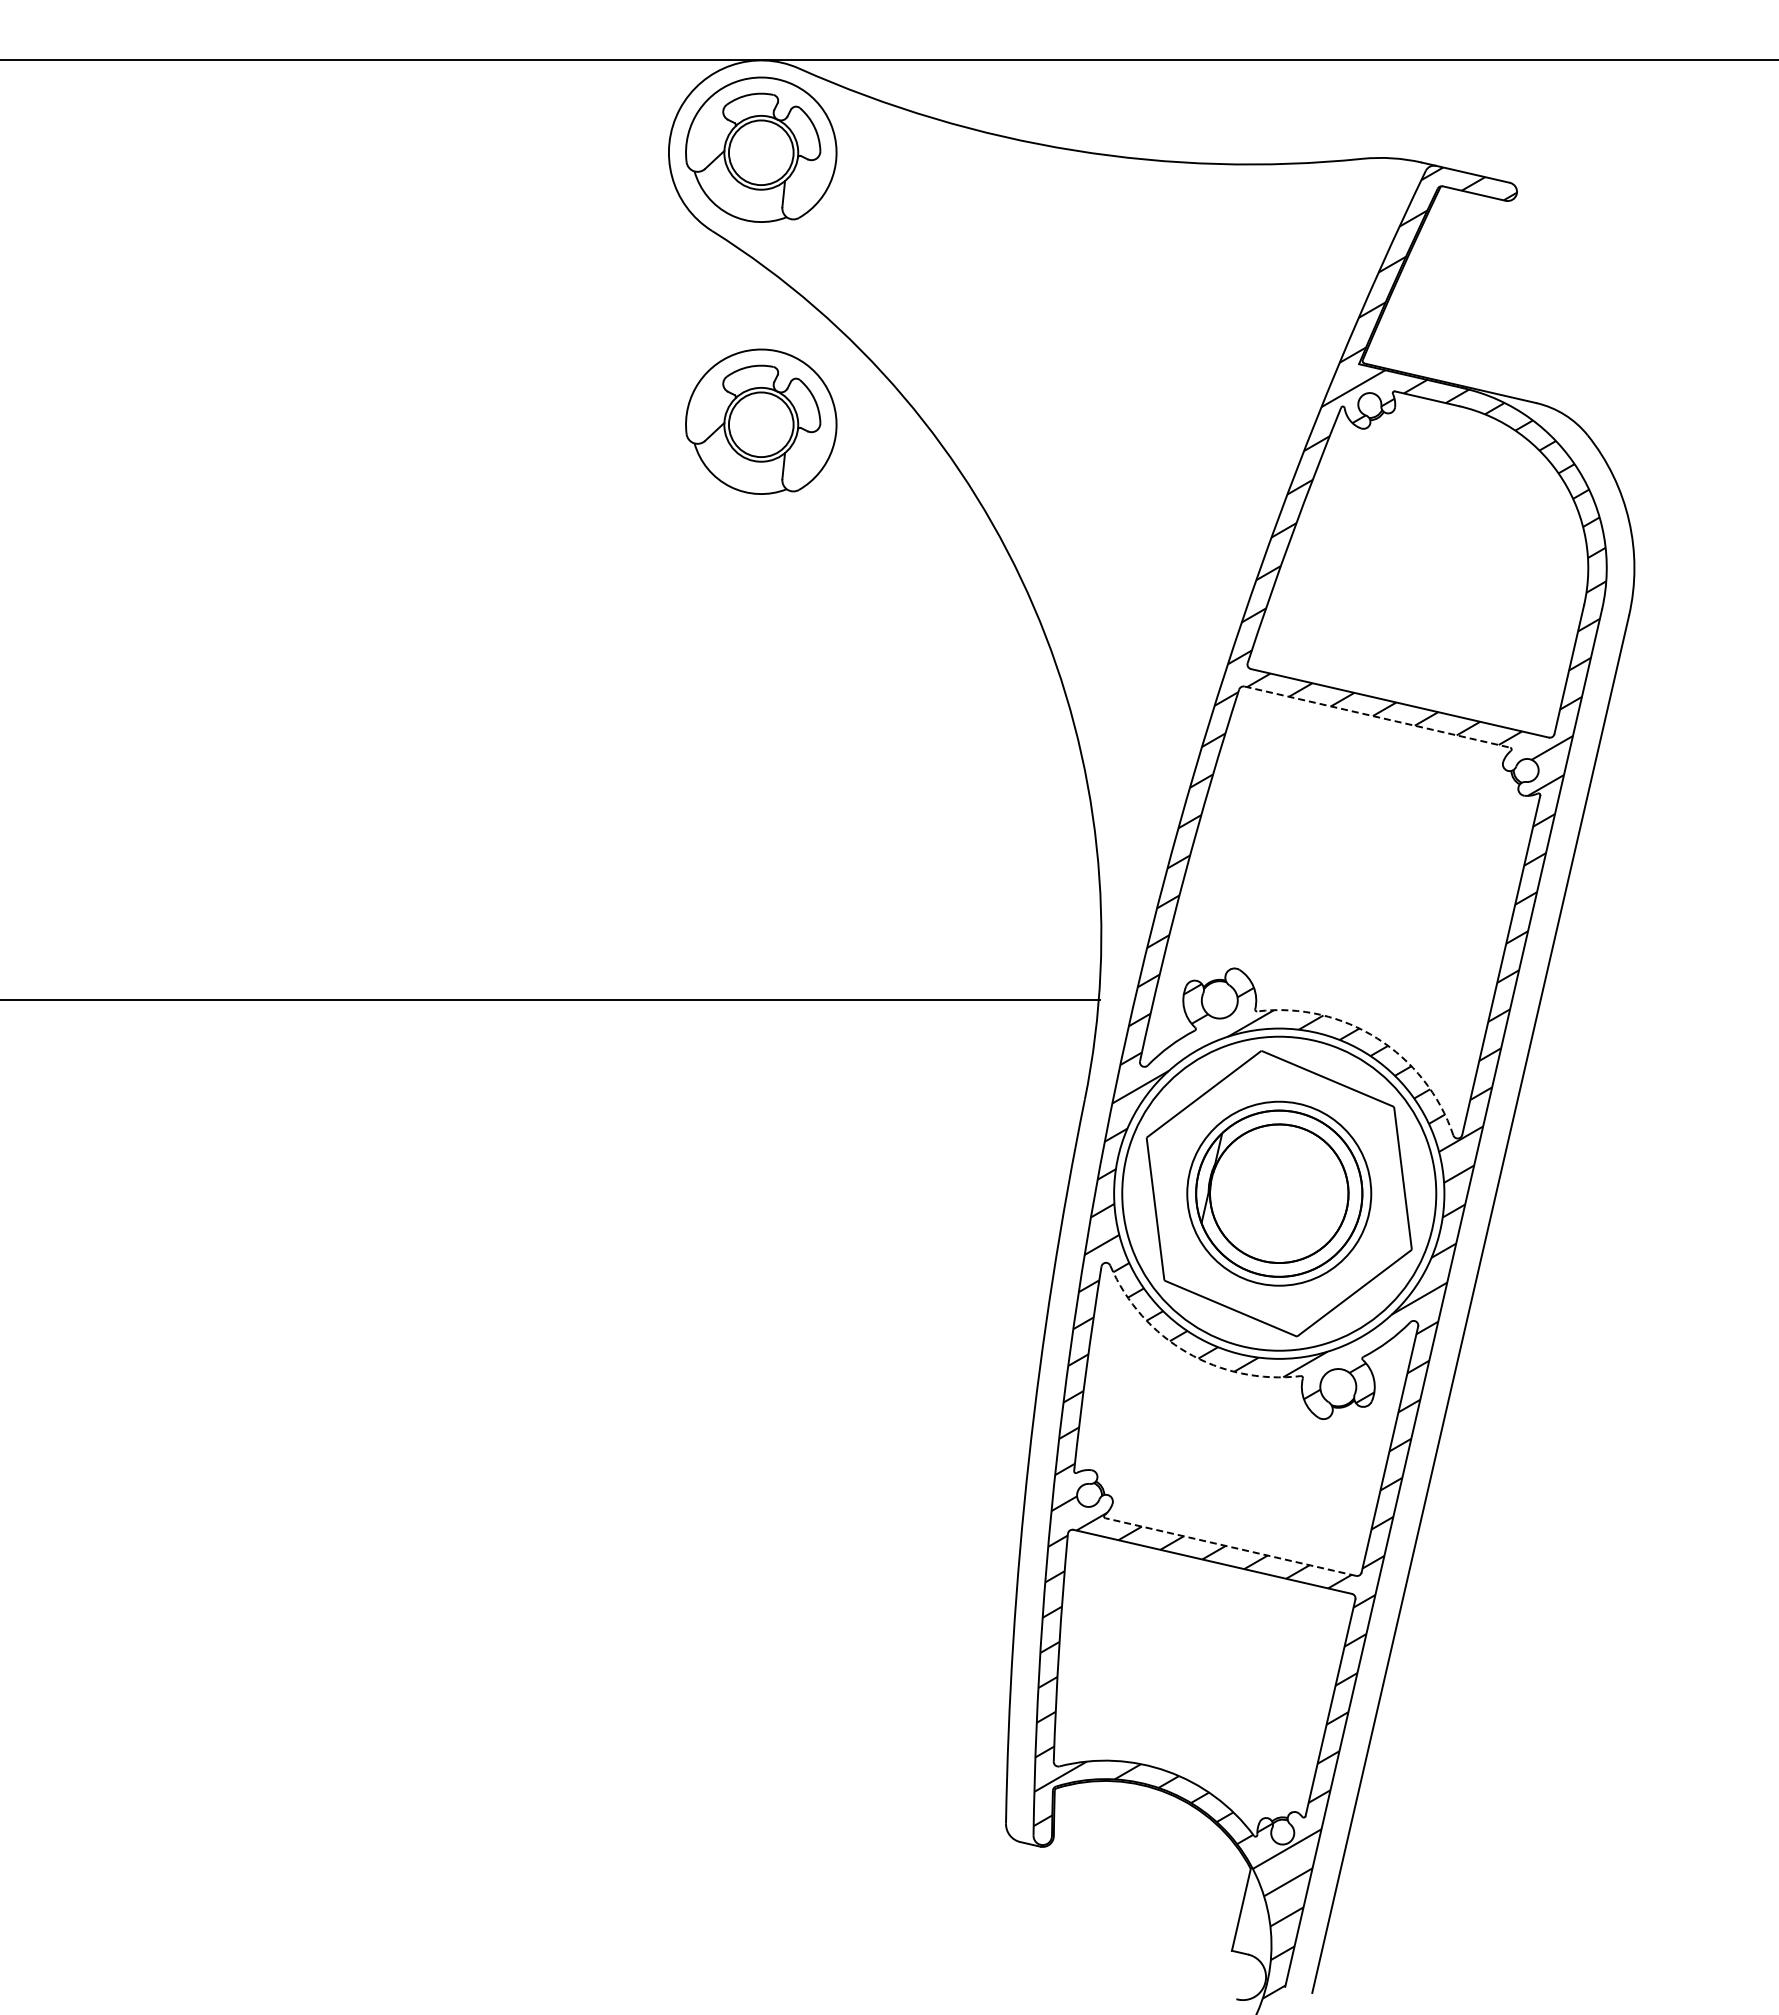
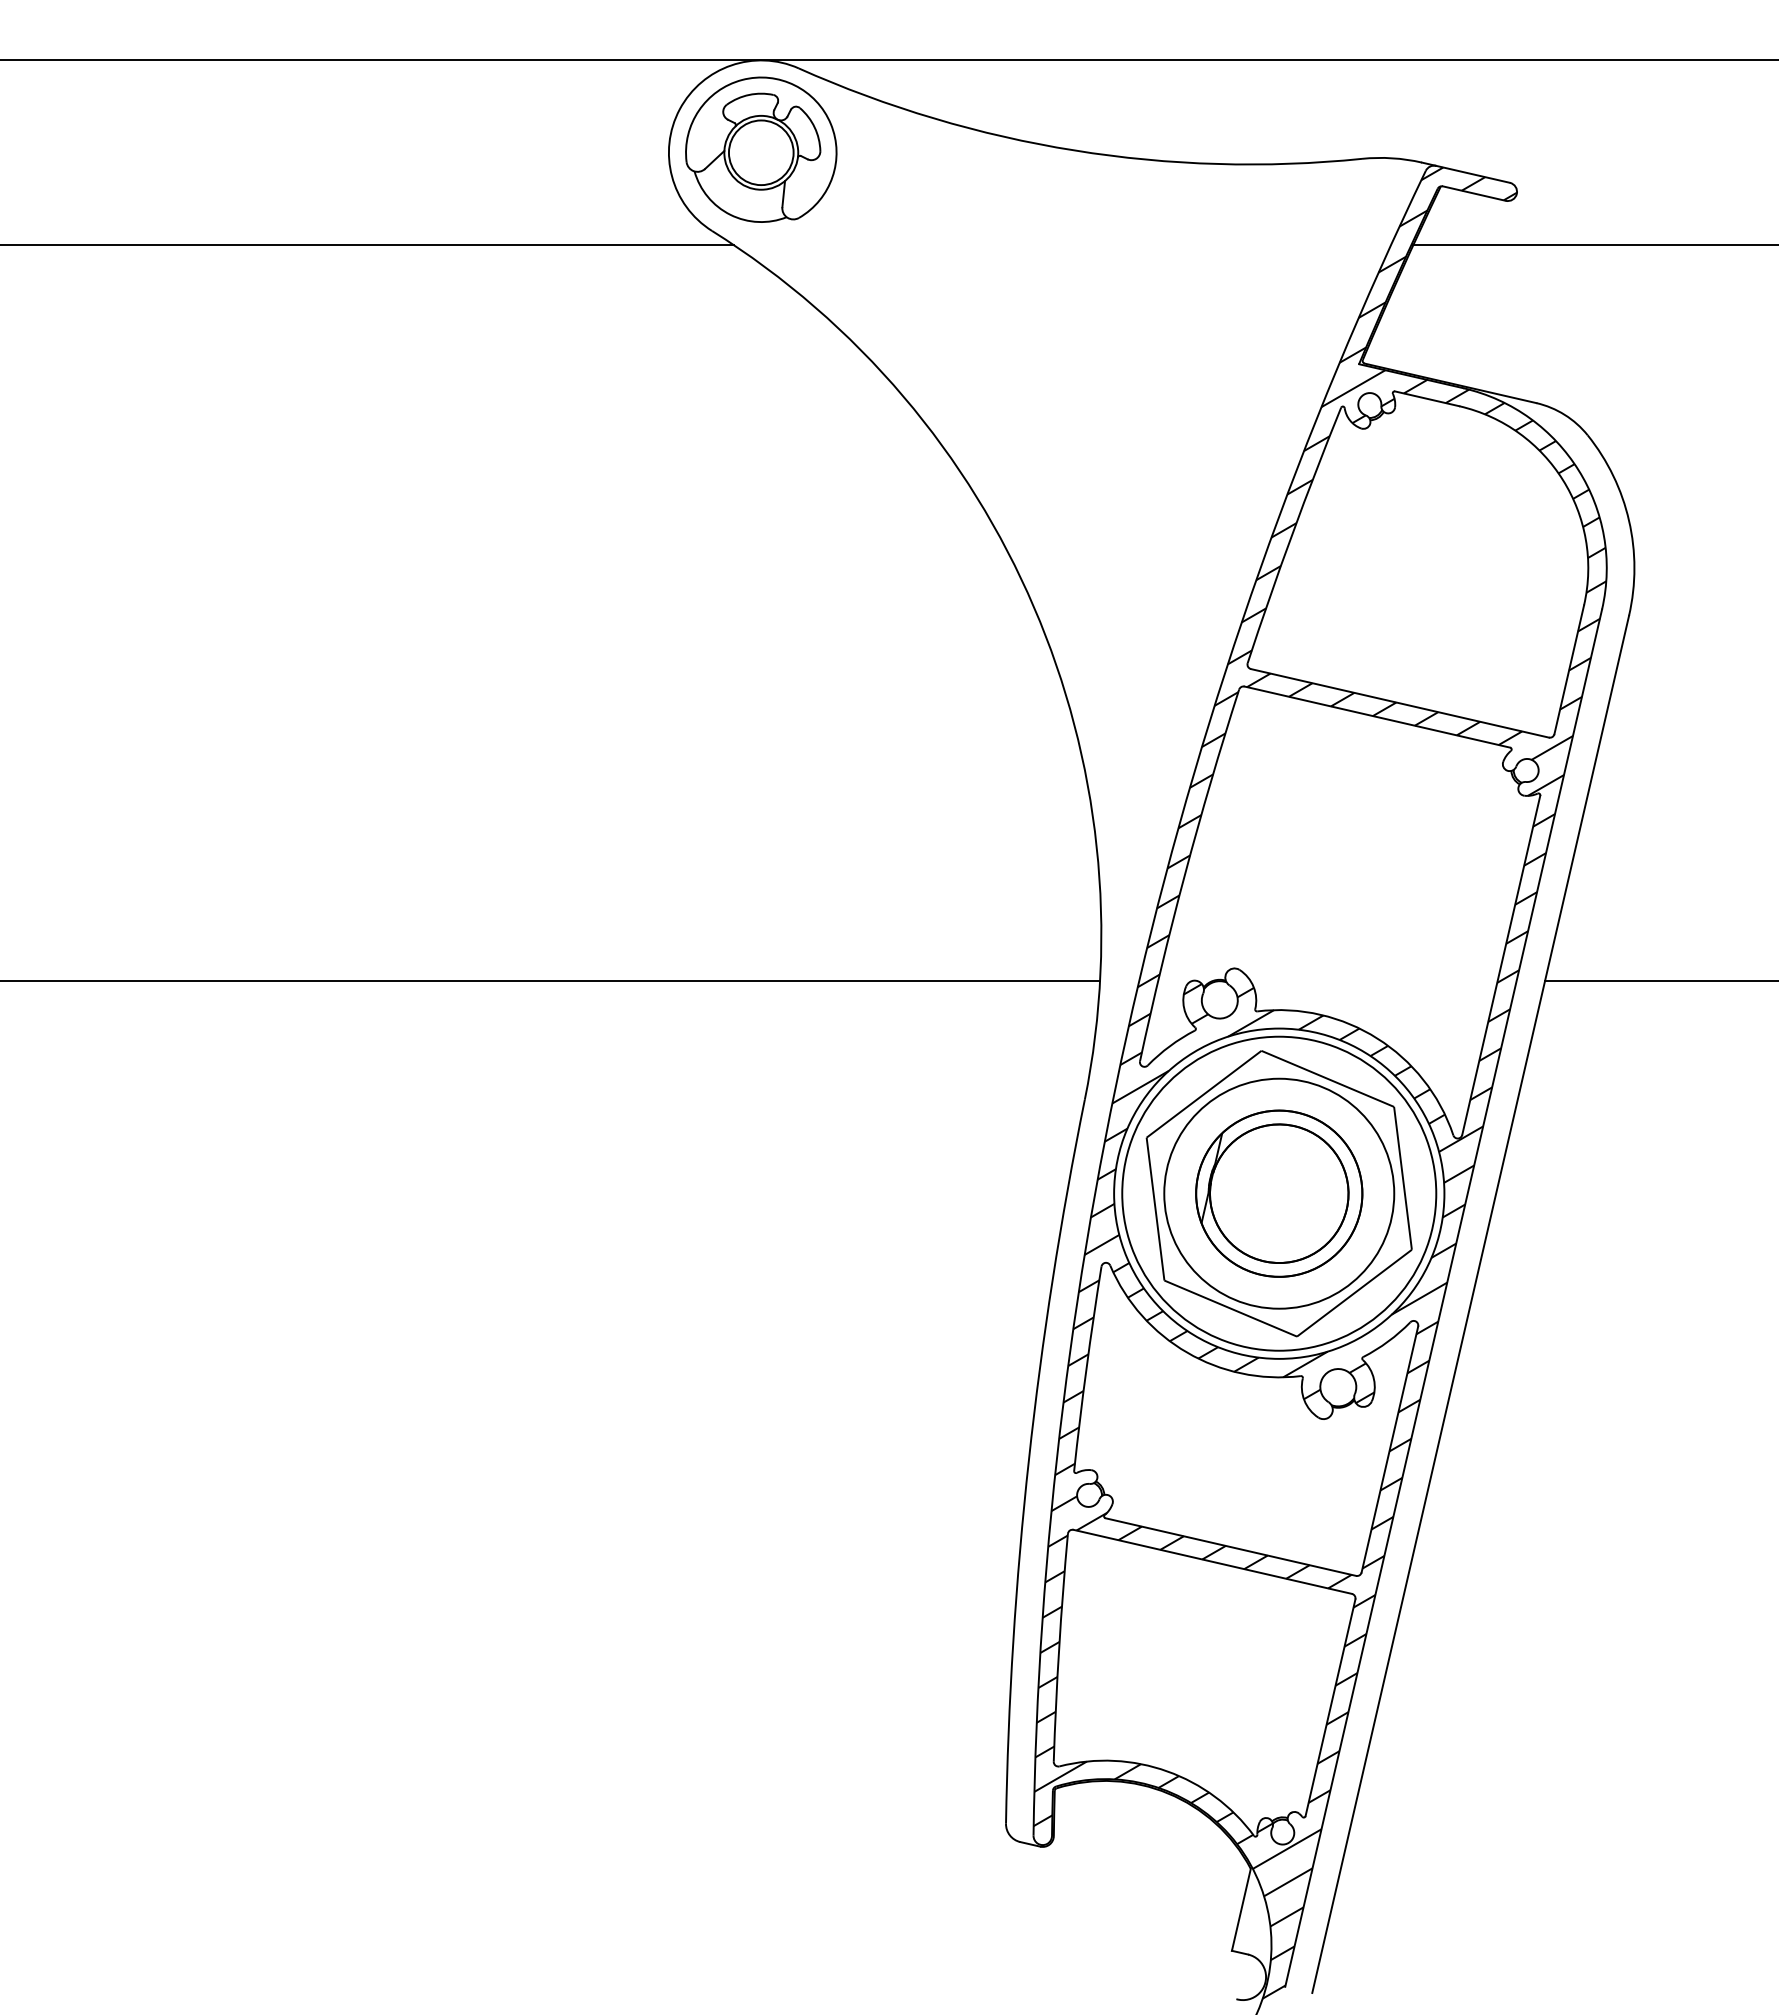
line at (367, 245): none -> present
line at (1594, 245): none -> present
part at (761, 421): present -> none
line at (1377, 717): dashed -> solid
line at (1660, 980): none -> present
line at (551, 999) position: (551, 999) -> (551, 980)
arc at (1377, 1038): dashed -> solid
circle at (1279, 1193) diameter: 184 px -> 230 px
arc at (1187, 1352): dashed -> solid
line at (1230, 1547): dashed -> solid
